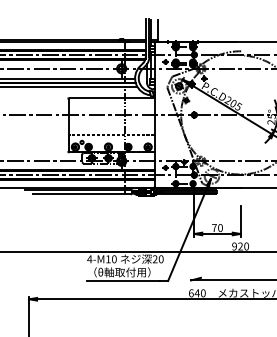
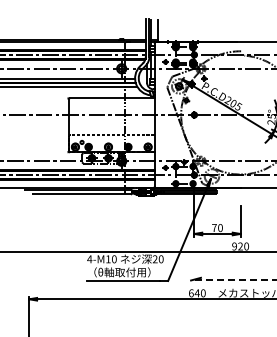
line at (233, 280): solid -> dashed
